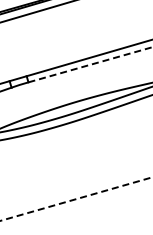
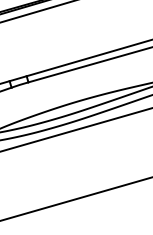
line at (90, 64): dashed -> solid
line at (75, 129): none -> present
line at (76, 199): dashed -> solid
